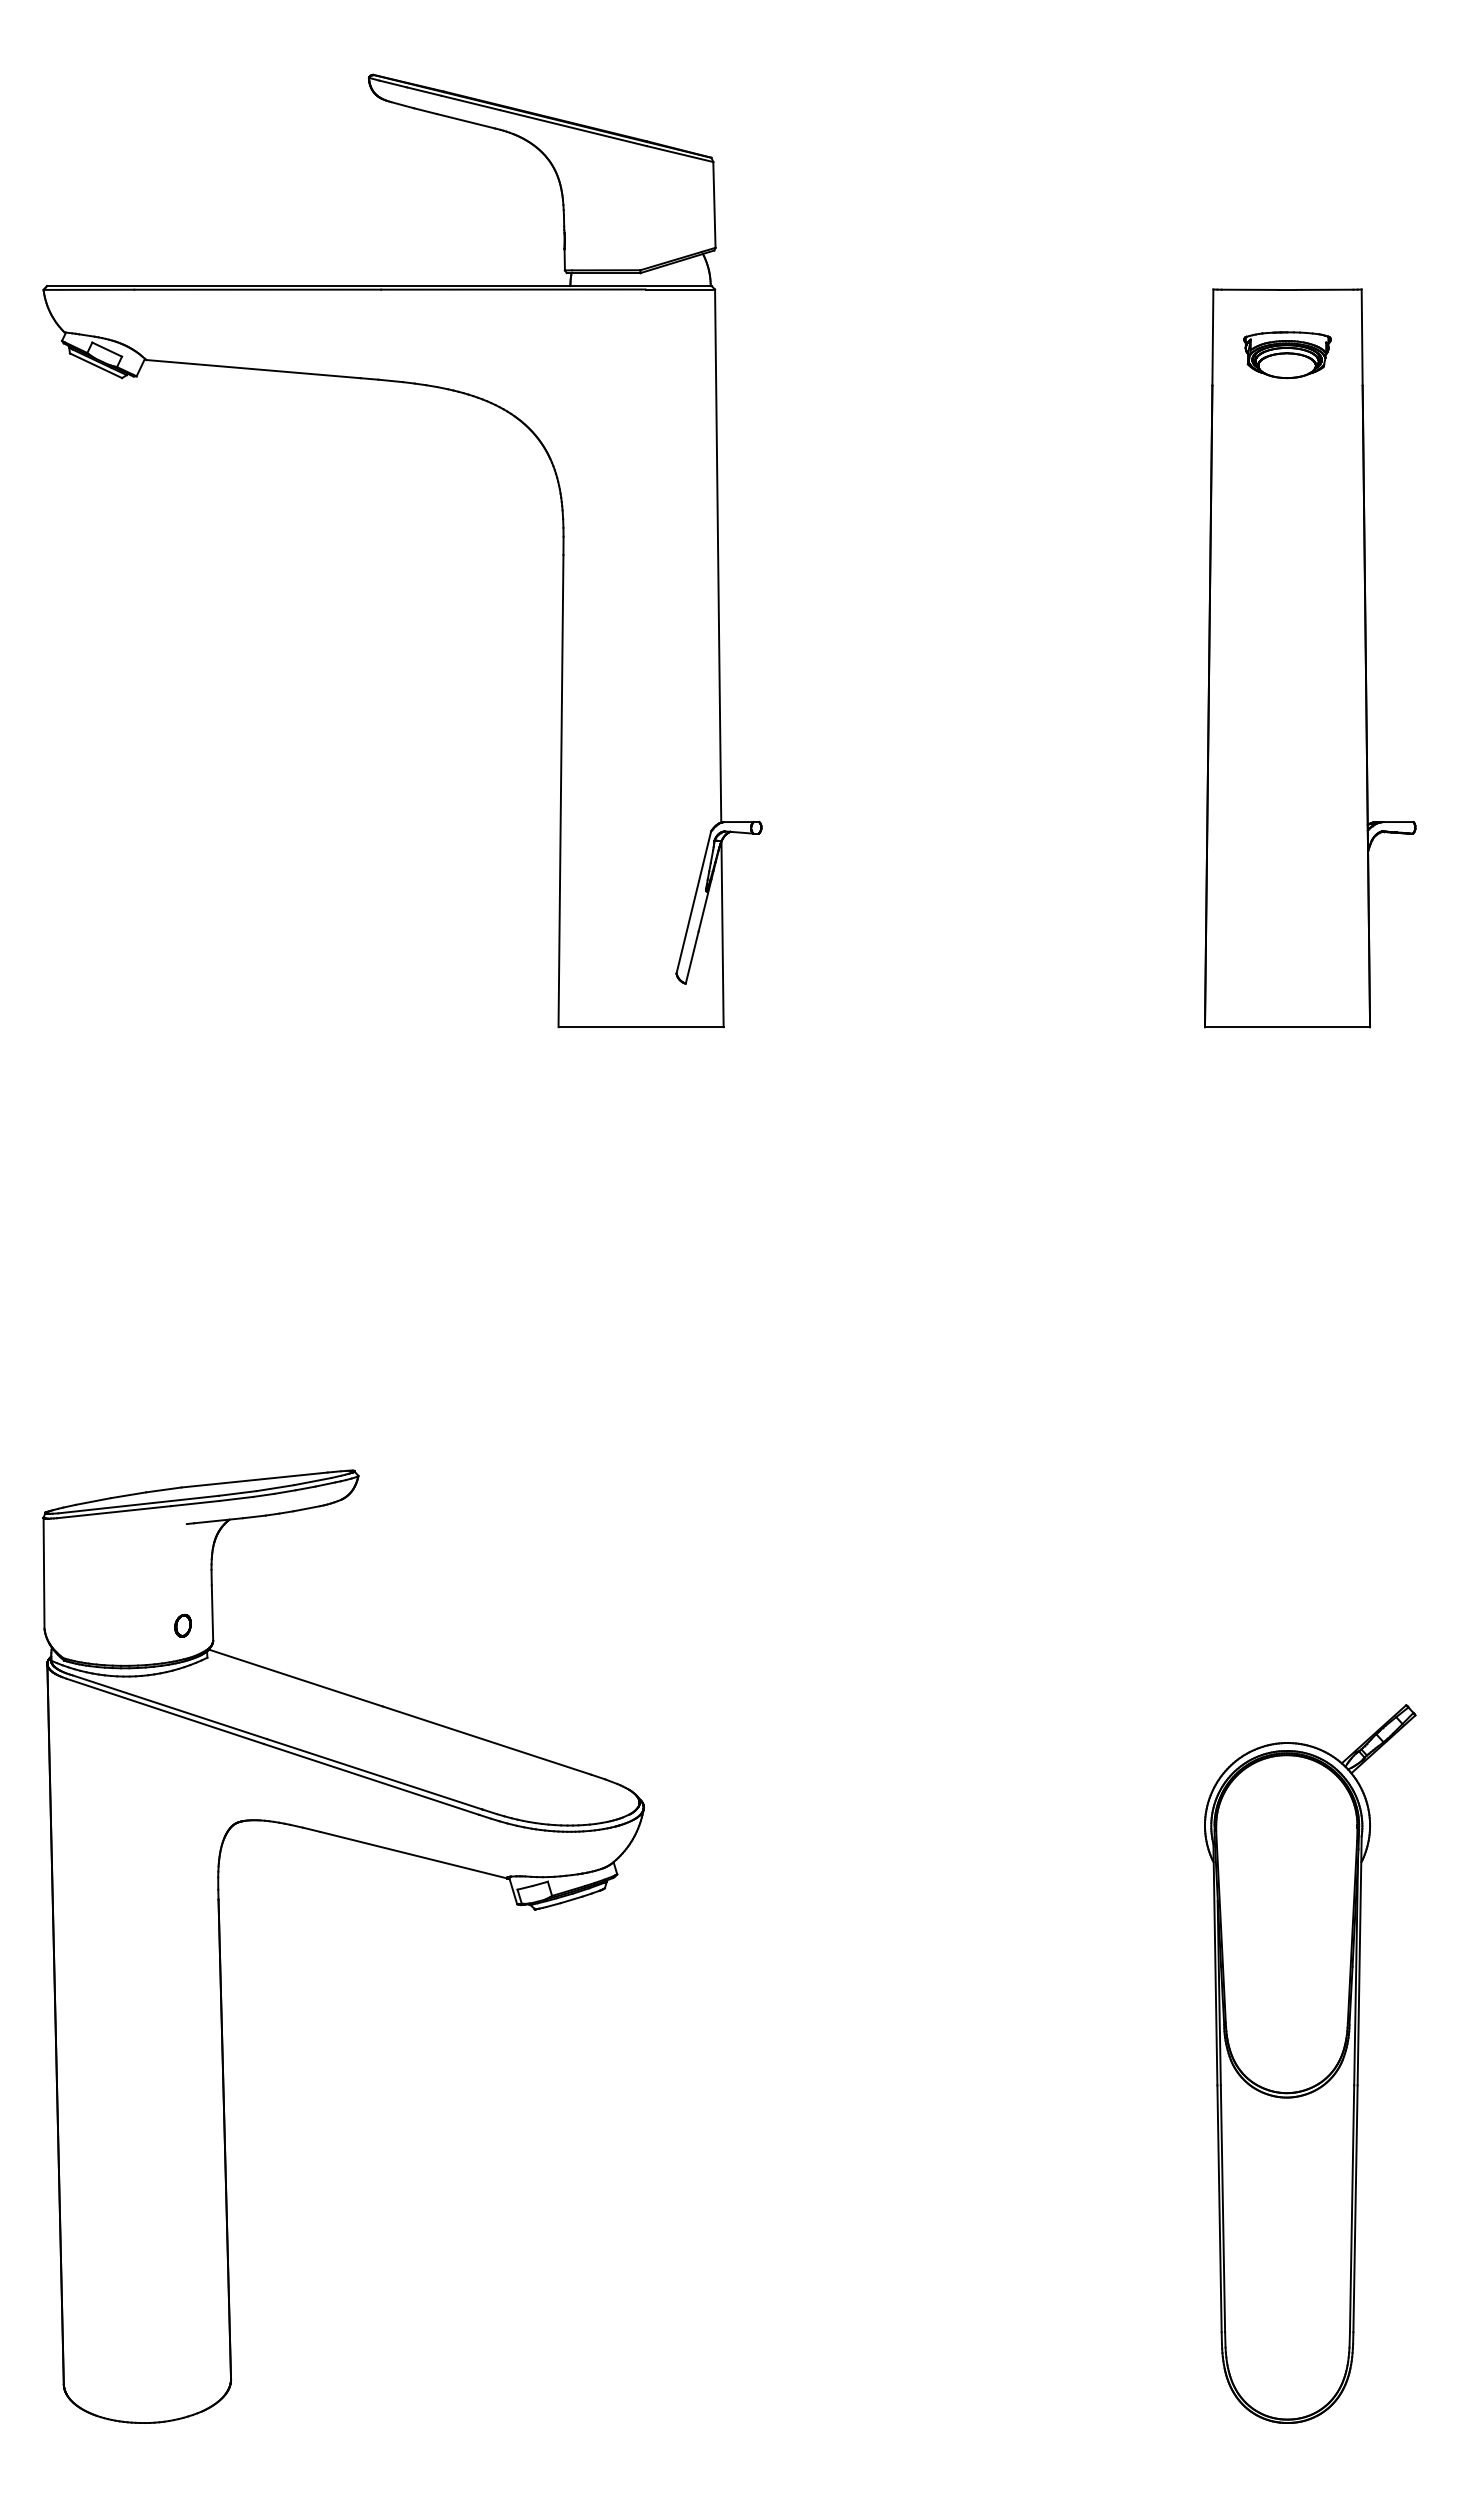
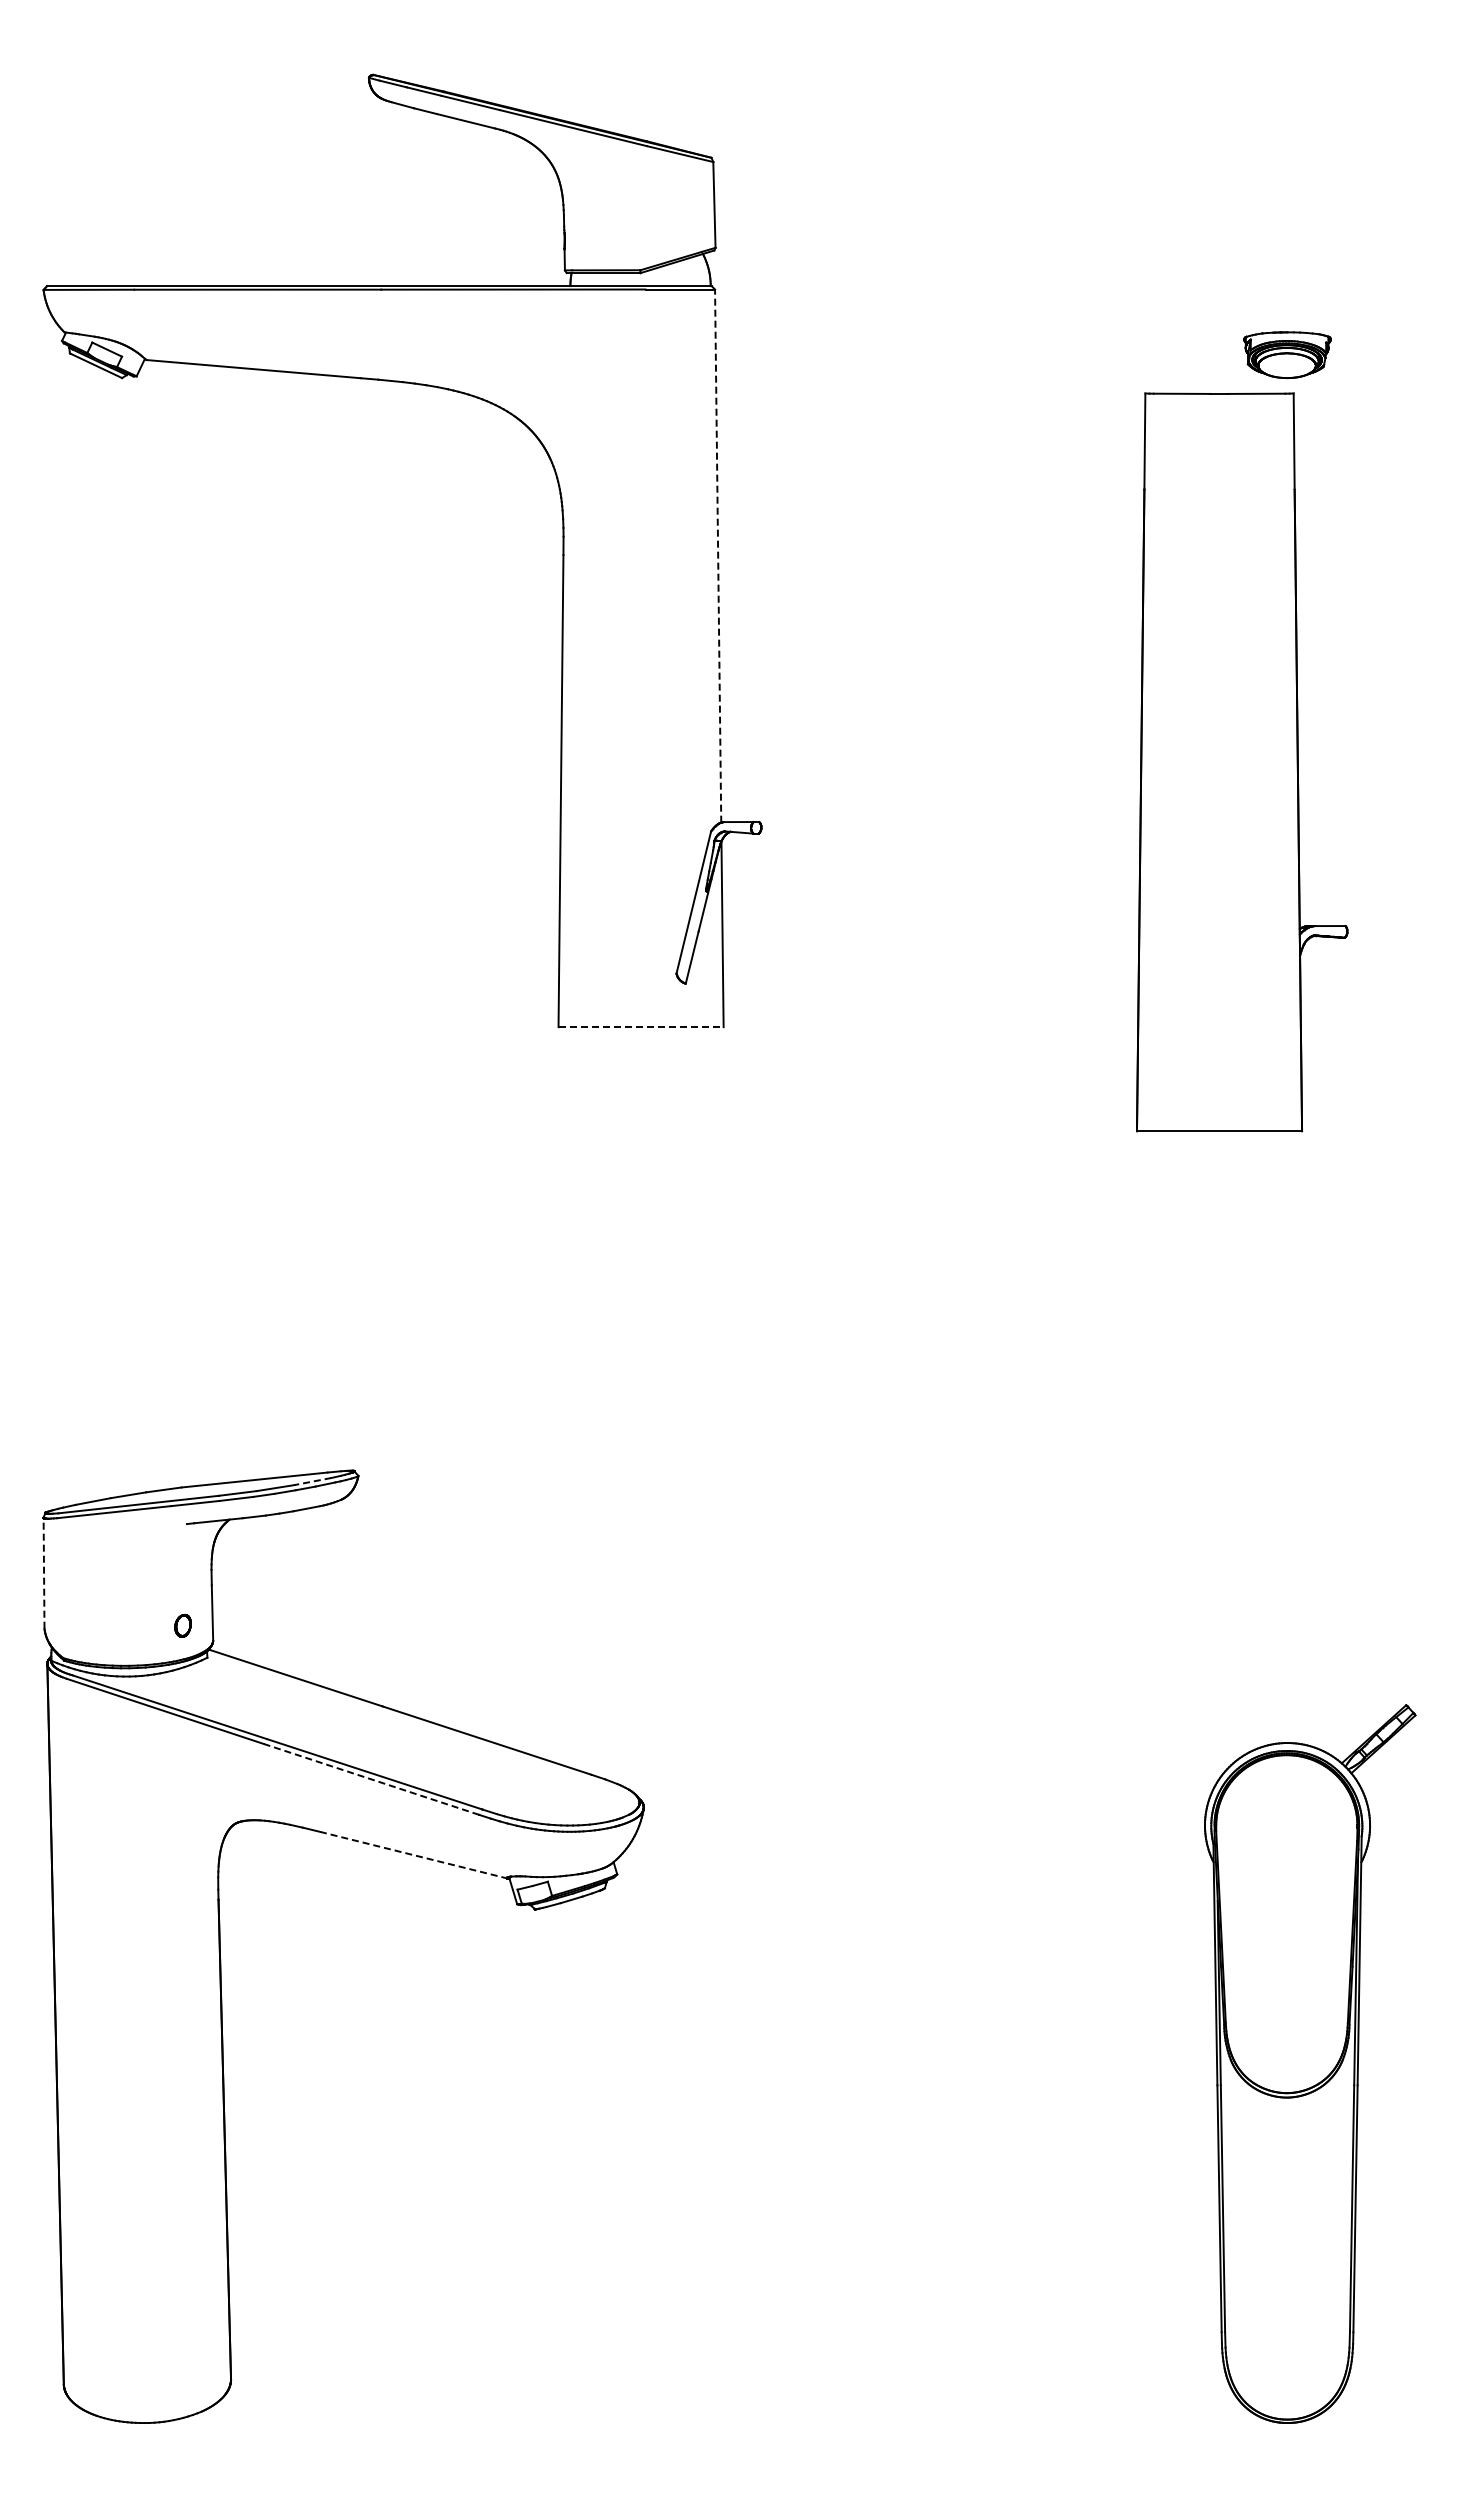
line at (718, 556): solid -> dashed
part at (1310, 658) position: (1310, 658) -> (1242, 762)
line at (641, 1027): solid -> dashed
line at (312, 1481): solid -> dashed
line at (44, 1572): solid -> dashed
line at (371, 1779): solid -> dashed
line at (414, 1855): solid -> dashed
